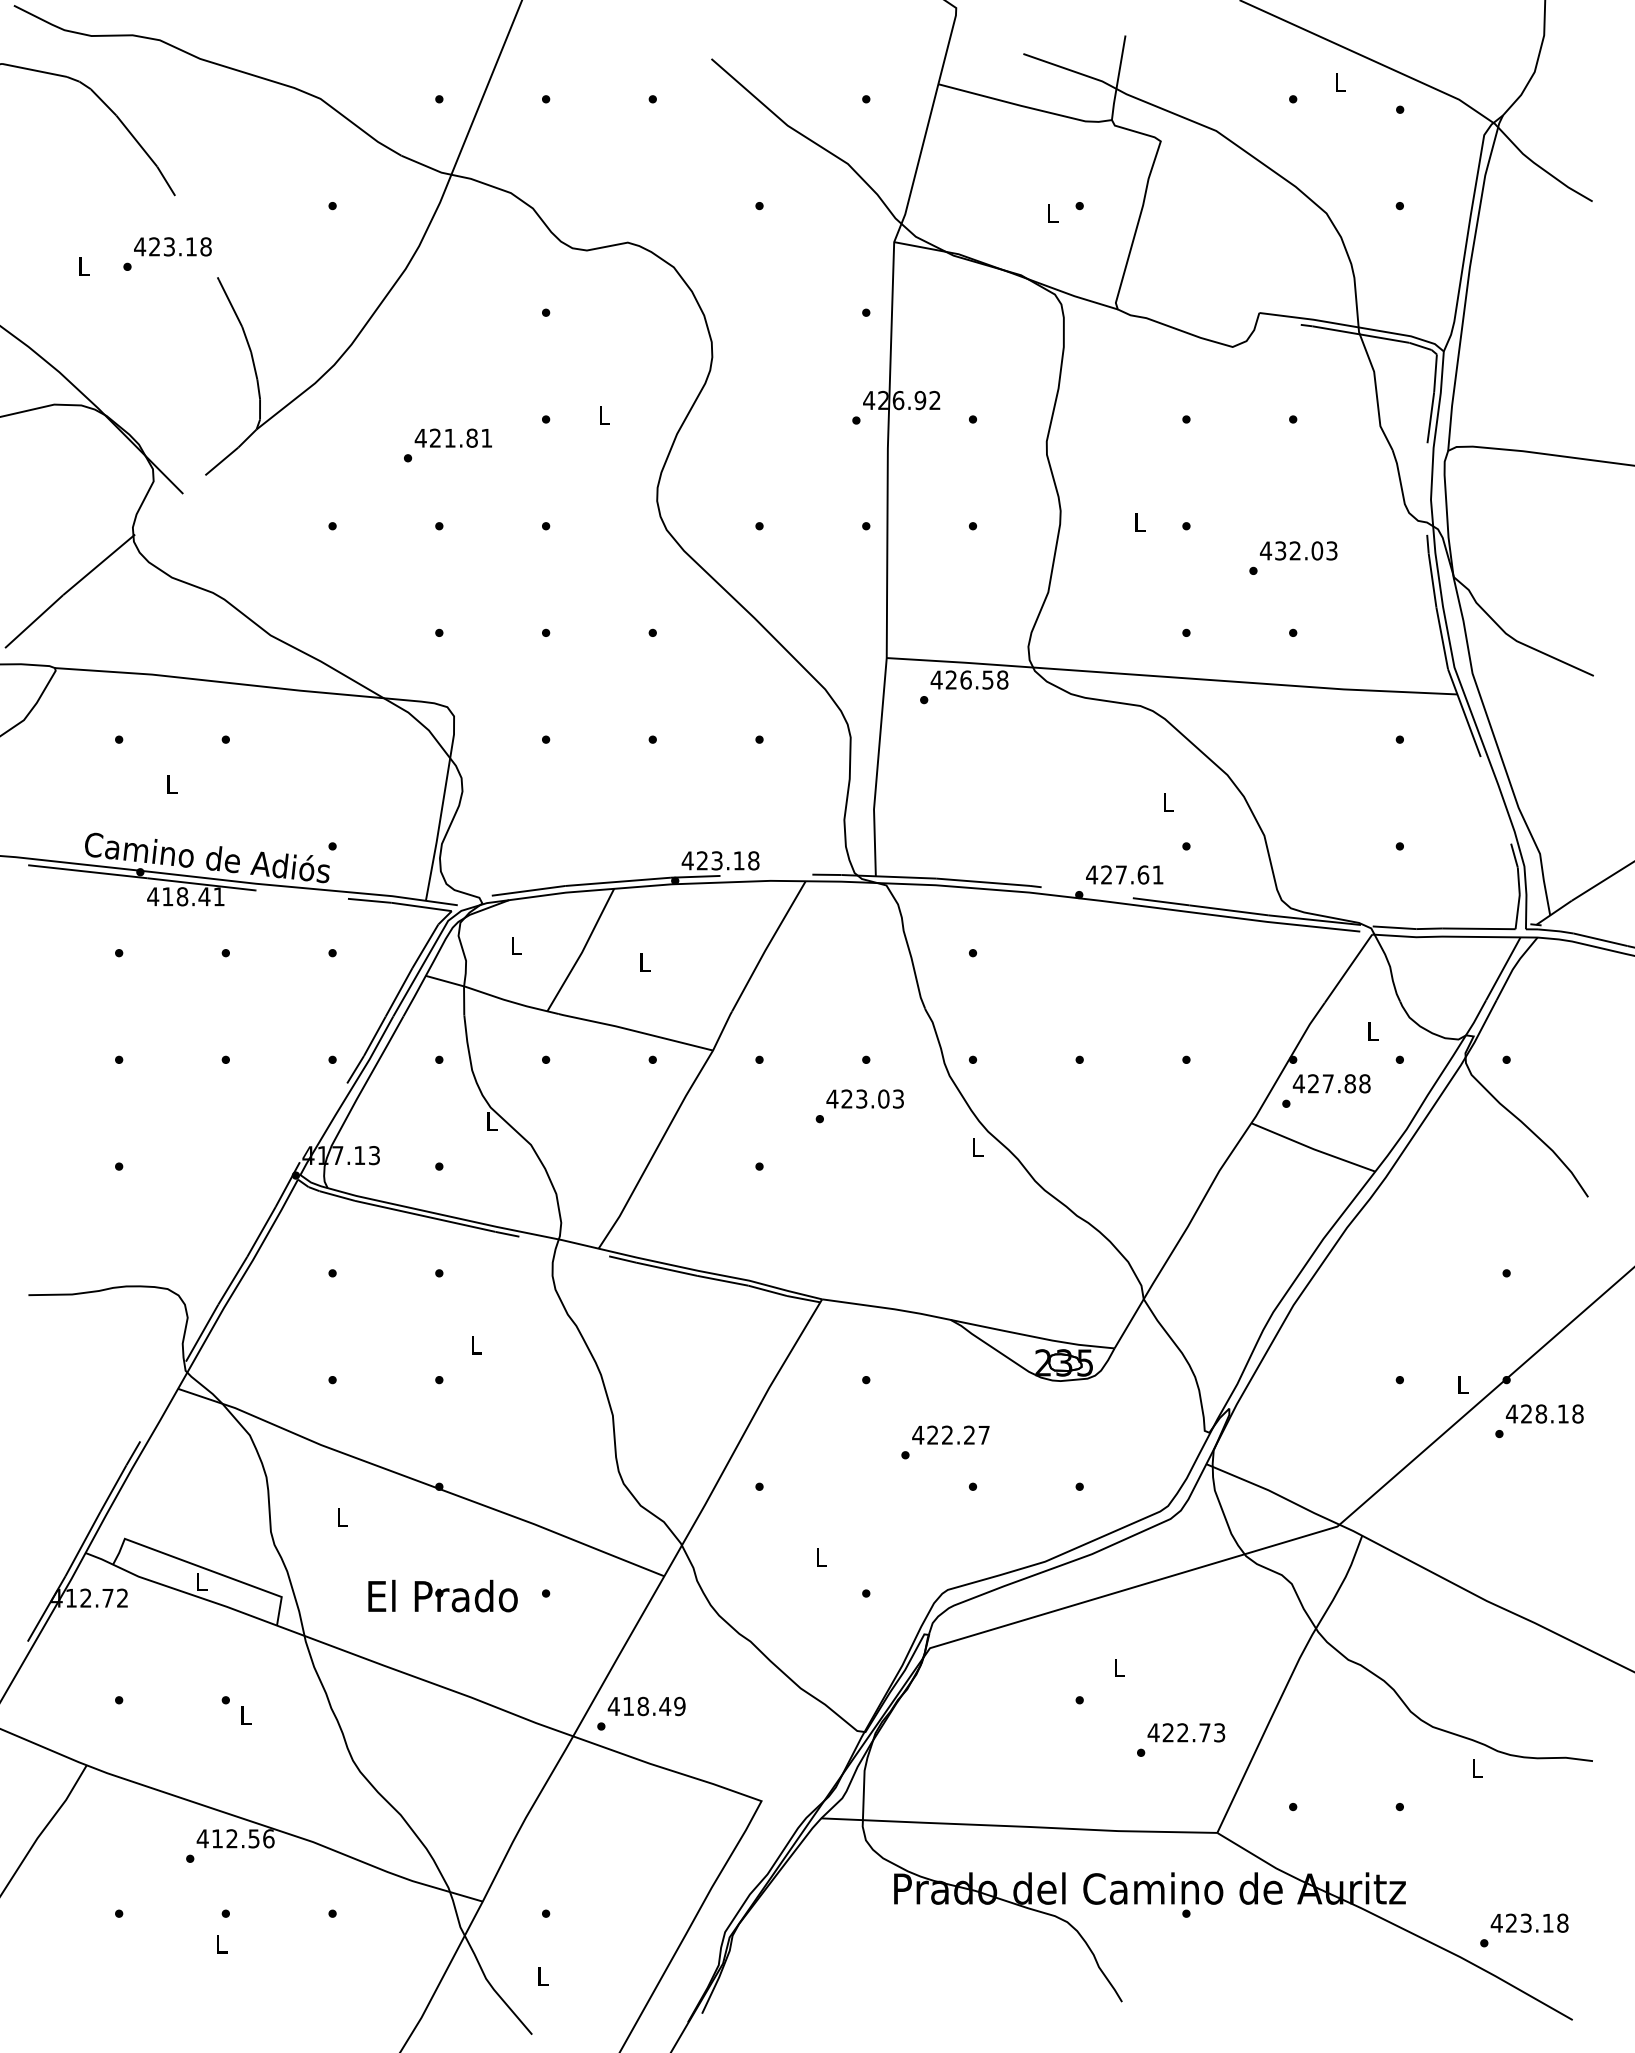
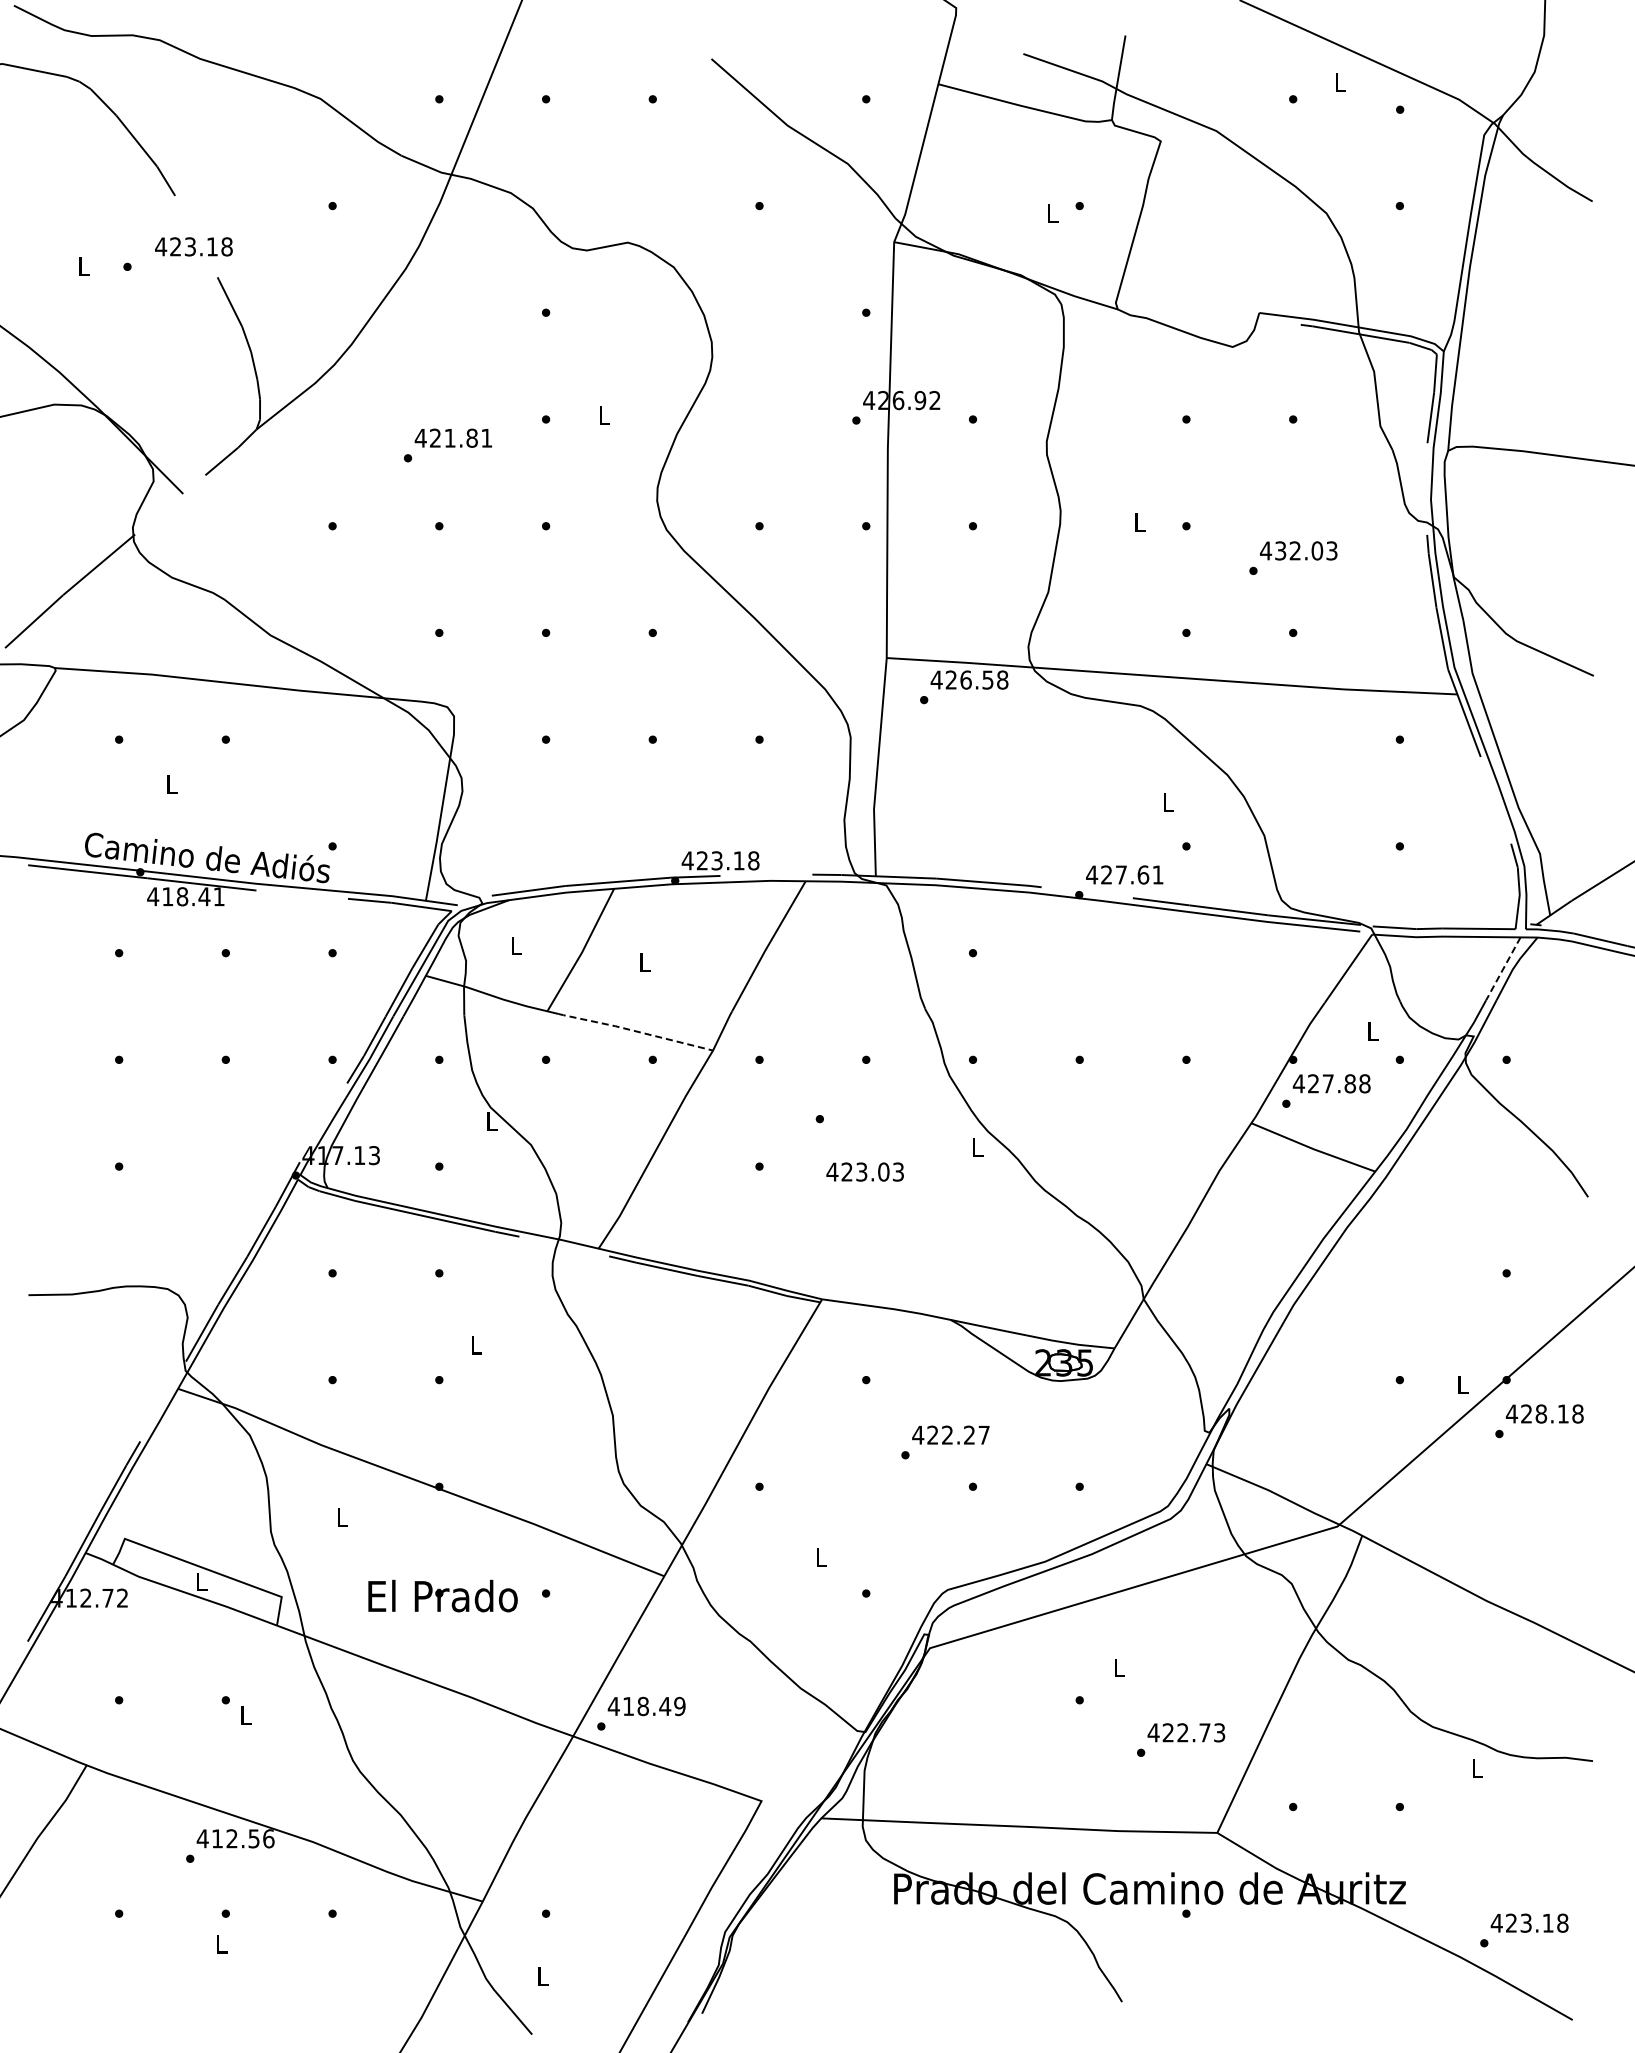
text at (172, 246) position: (172, 246) -> (193, 246)
line at (1503, 968): solid -> dashed
line at (635, 1031): solid -> dashed
text at (864, 1098) position: (864, 1098) -> (864, 1171)
